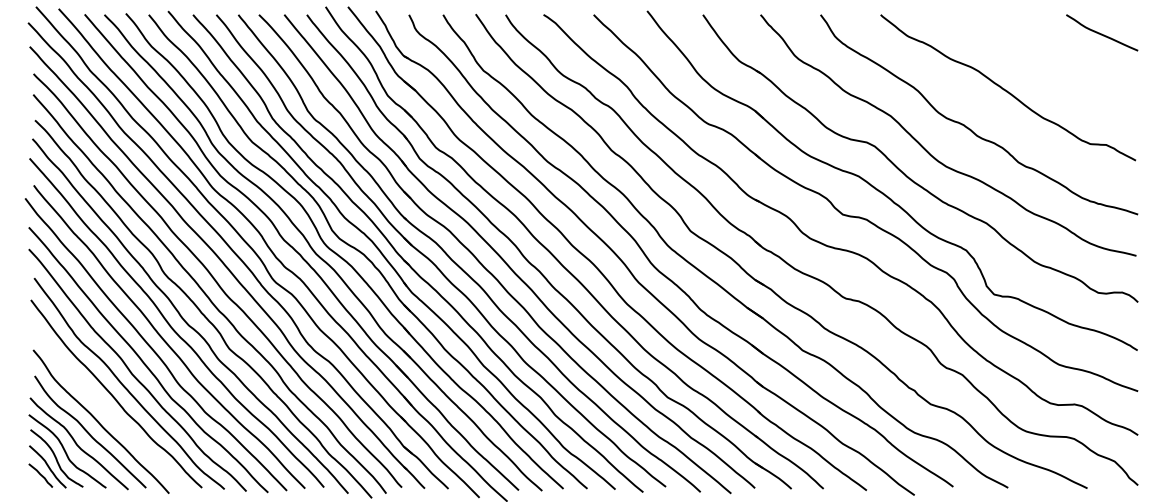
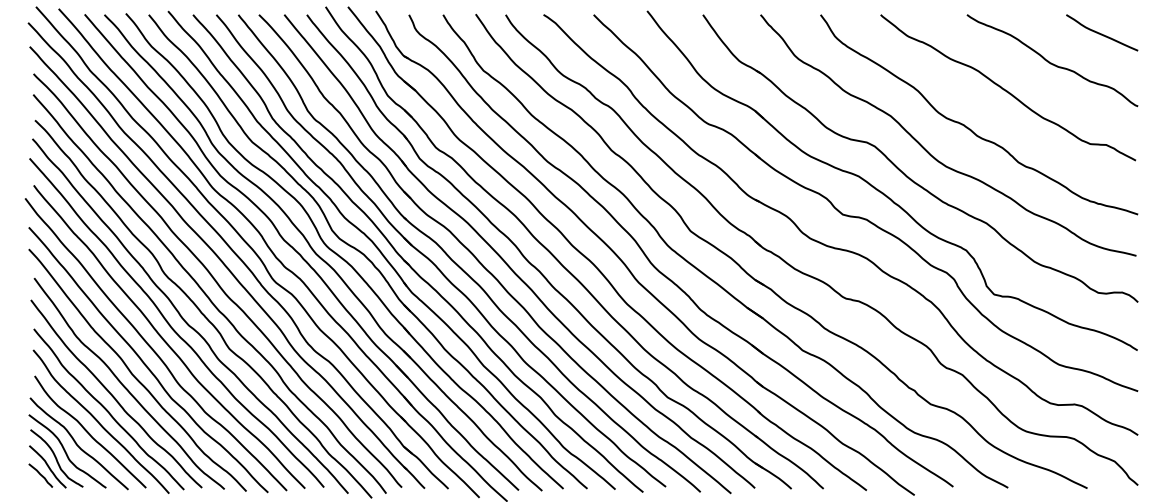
curve at (1051, 62): none -> present
curve at (107, 409): none -> present
